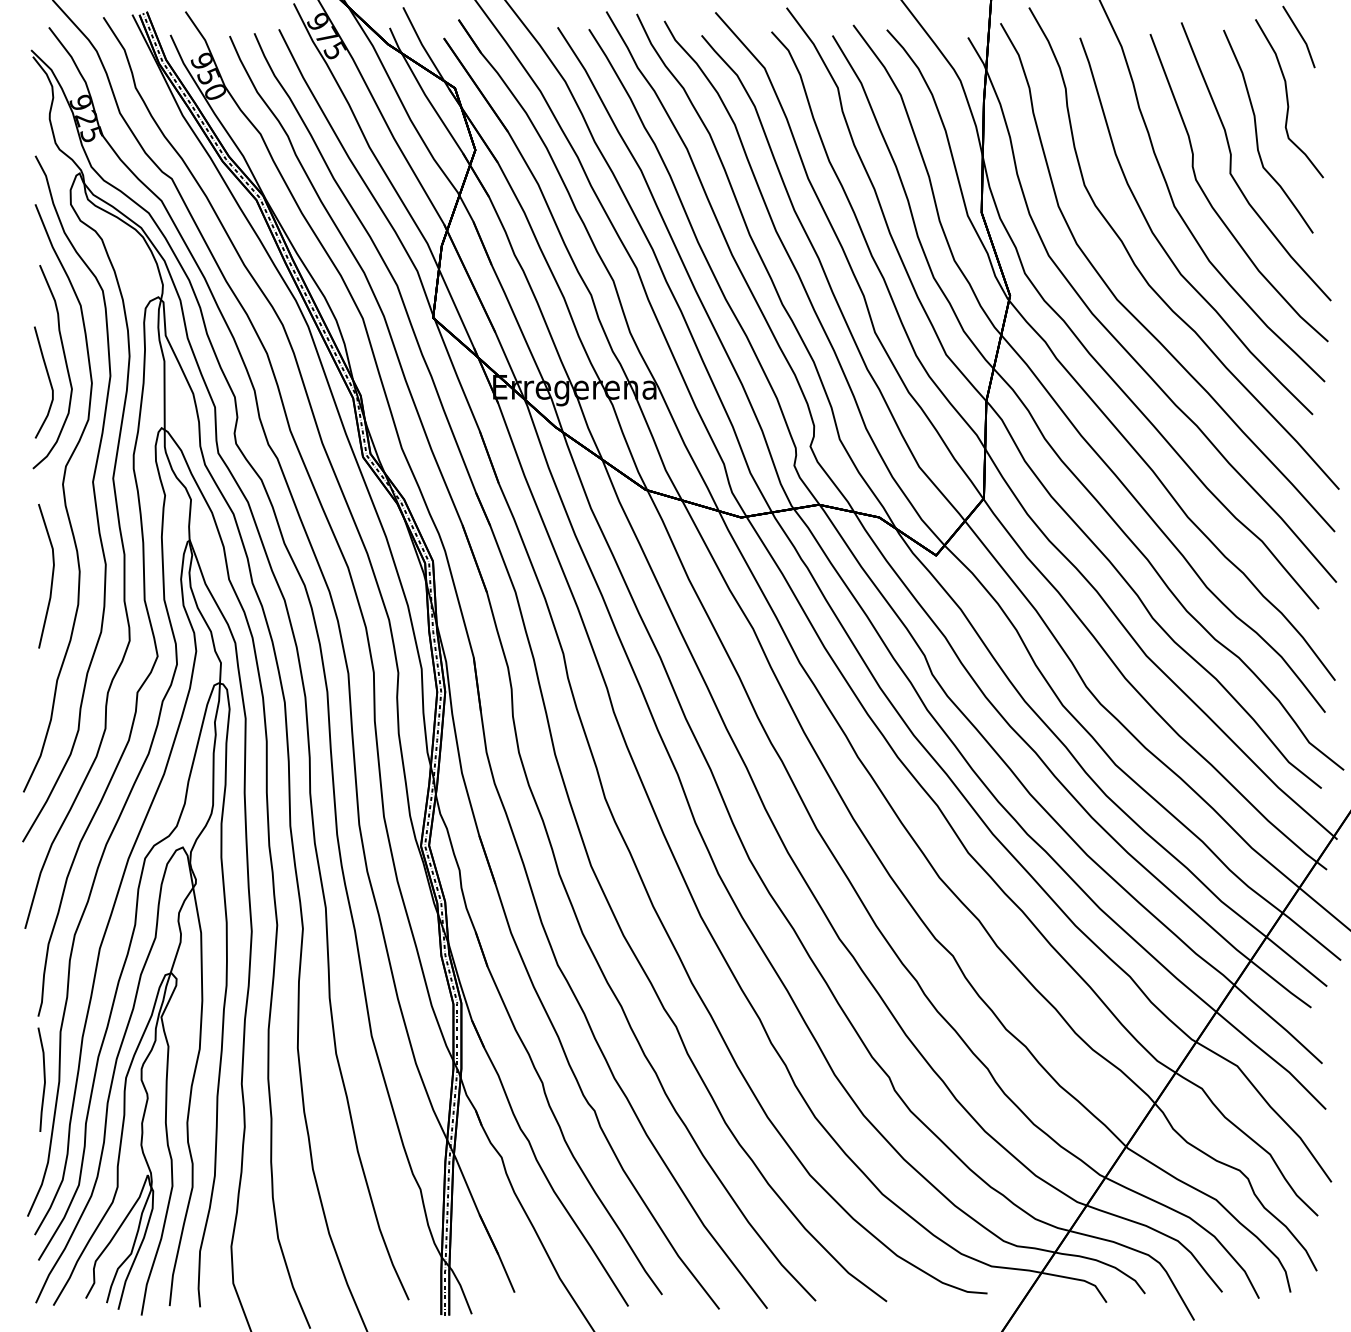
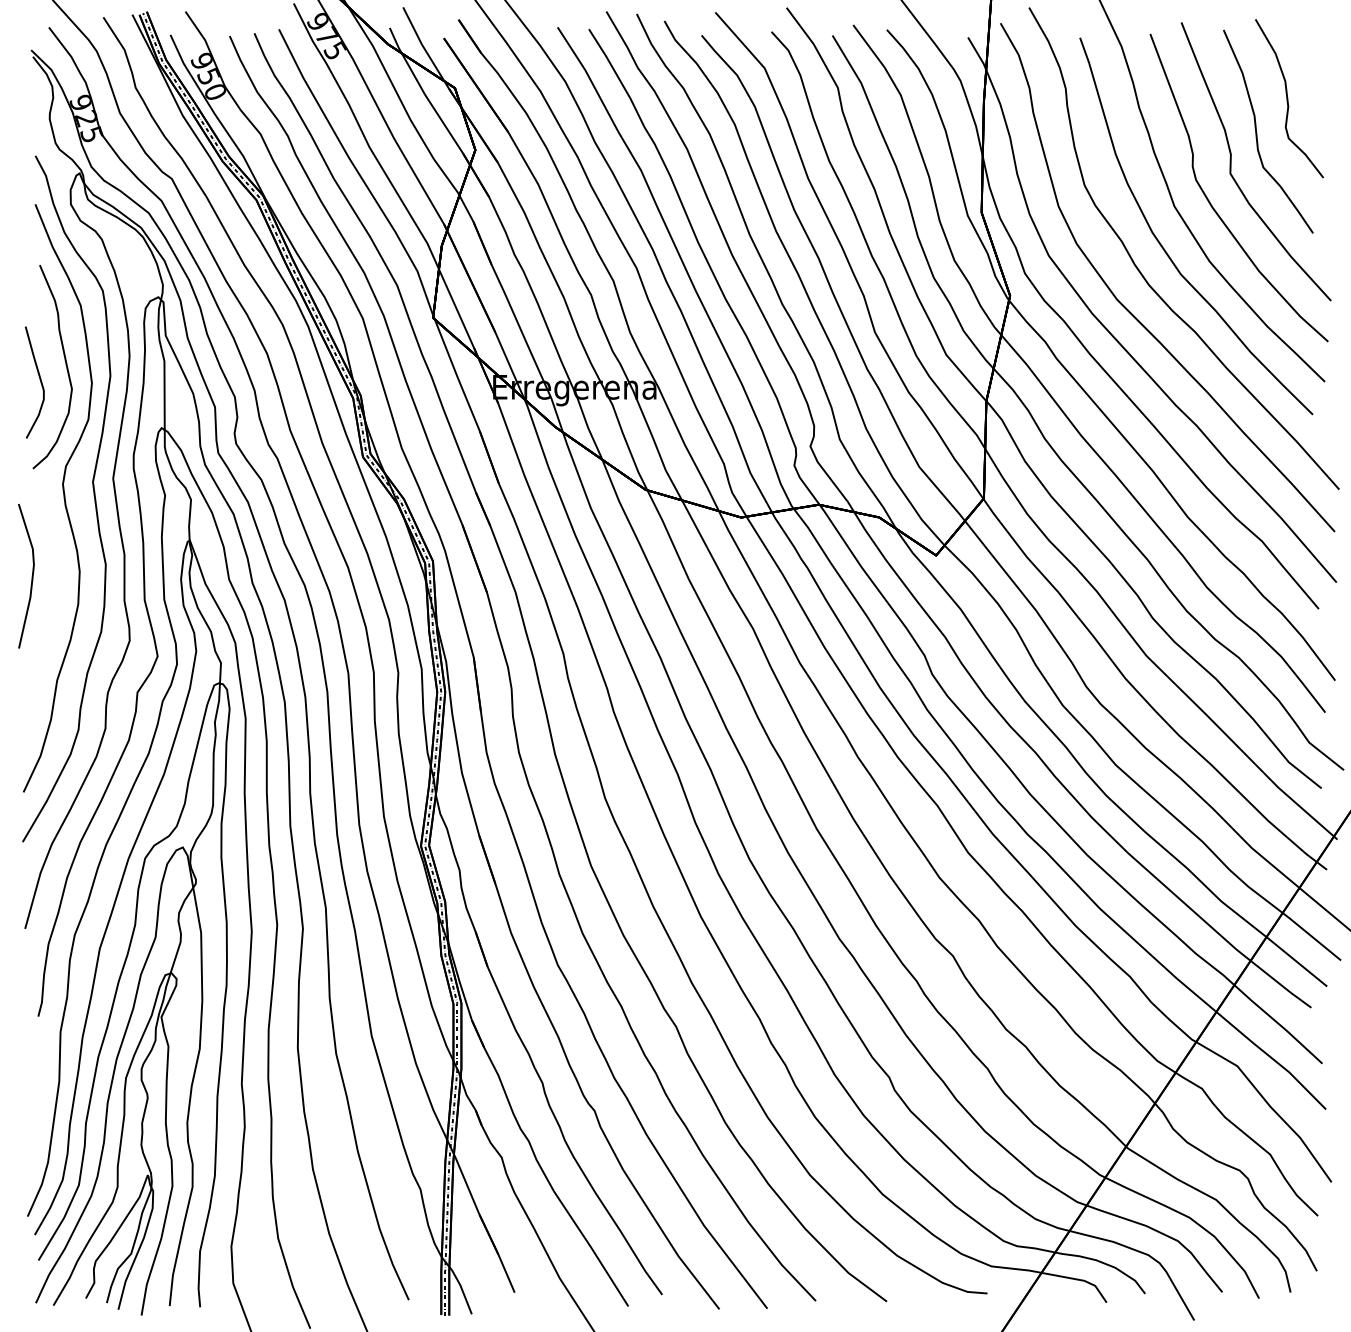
line at (1299, 35): present -> none
curve at (48, 379) position: (48, 379) -> (39, 379)
line at (51, 576) position: (51, 576) -> (31, 576)
line at (43, 1078): present -> none
